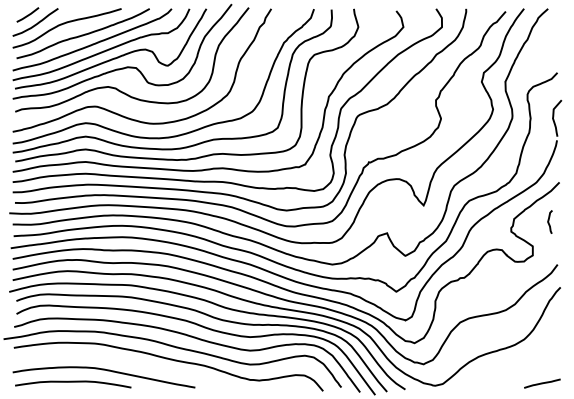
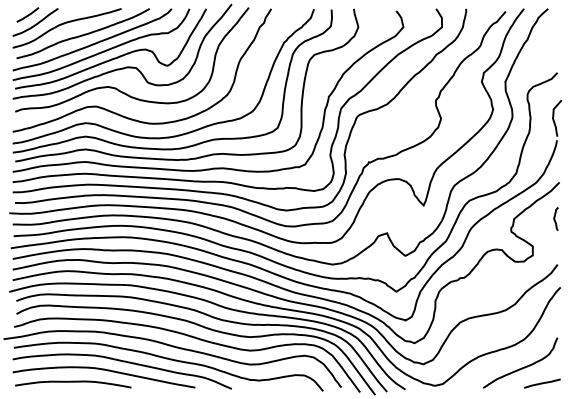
curve at (549, 221) position: (549, 221) -> (555, 218)
curve at (123, 362): none -> present
curve at (521, 367): none -> present
